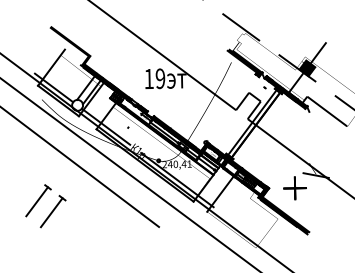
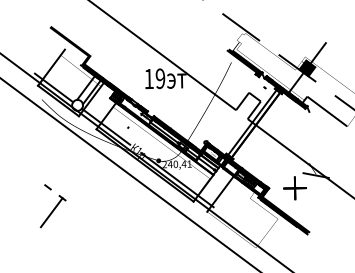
line at (80, 167): present -> none
line at (36, 201): present -> none
